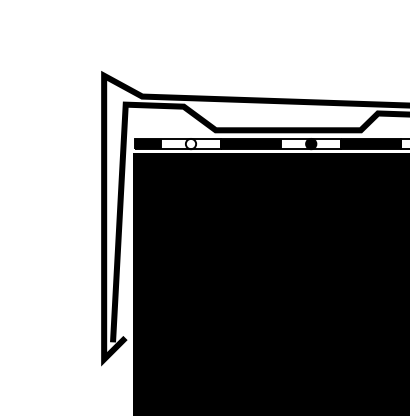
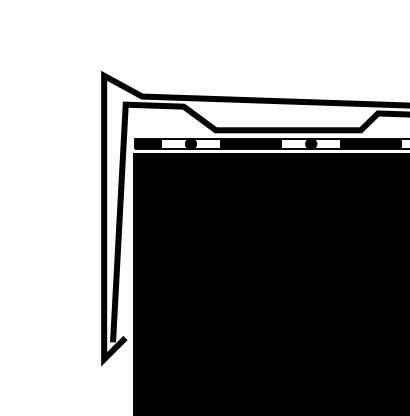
fill at (190, 143): none -> present
